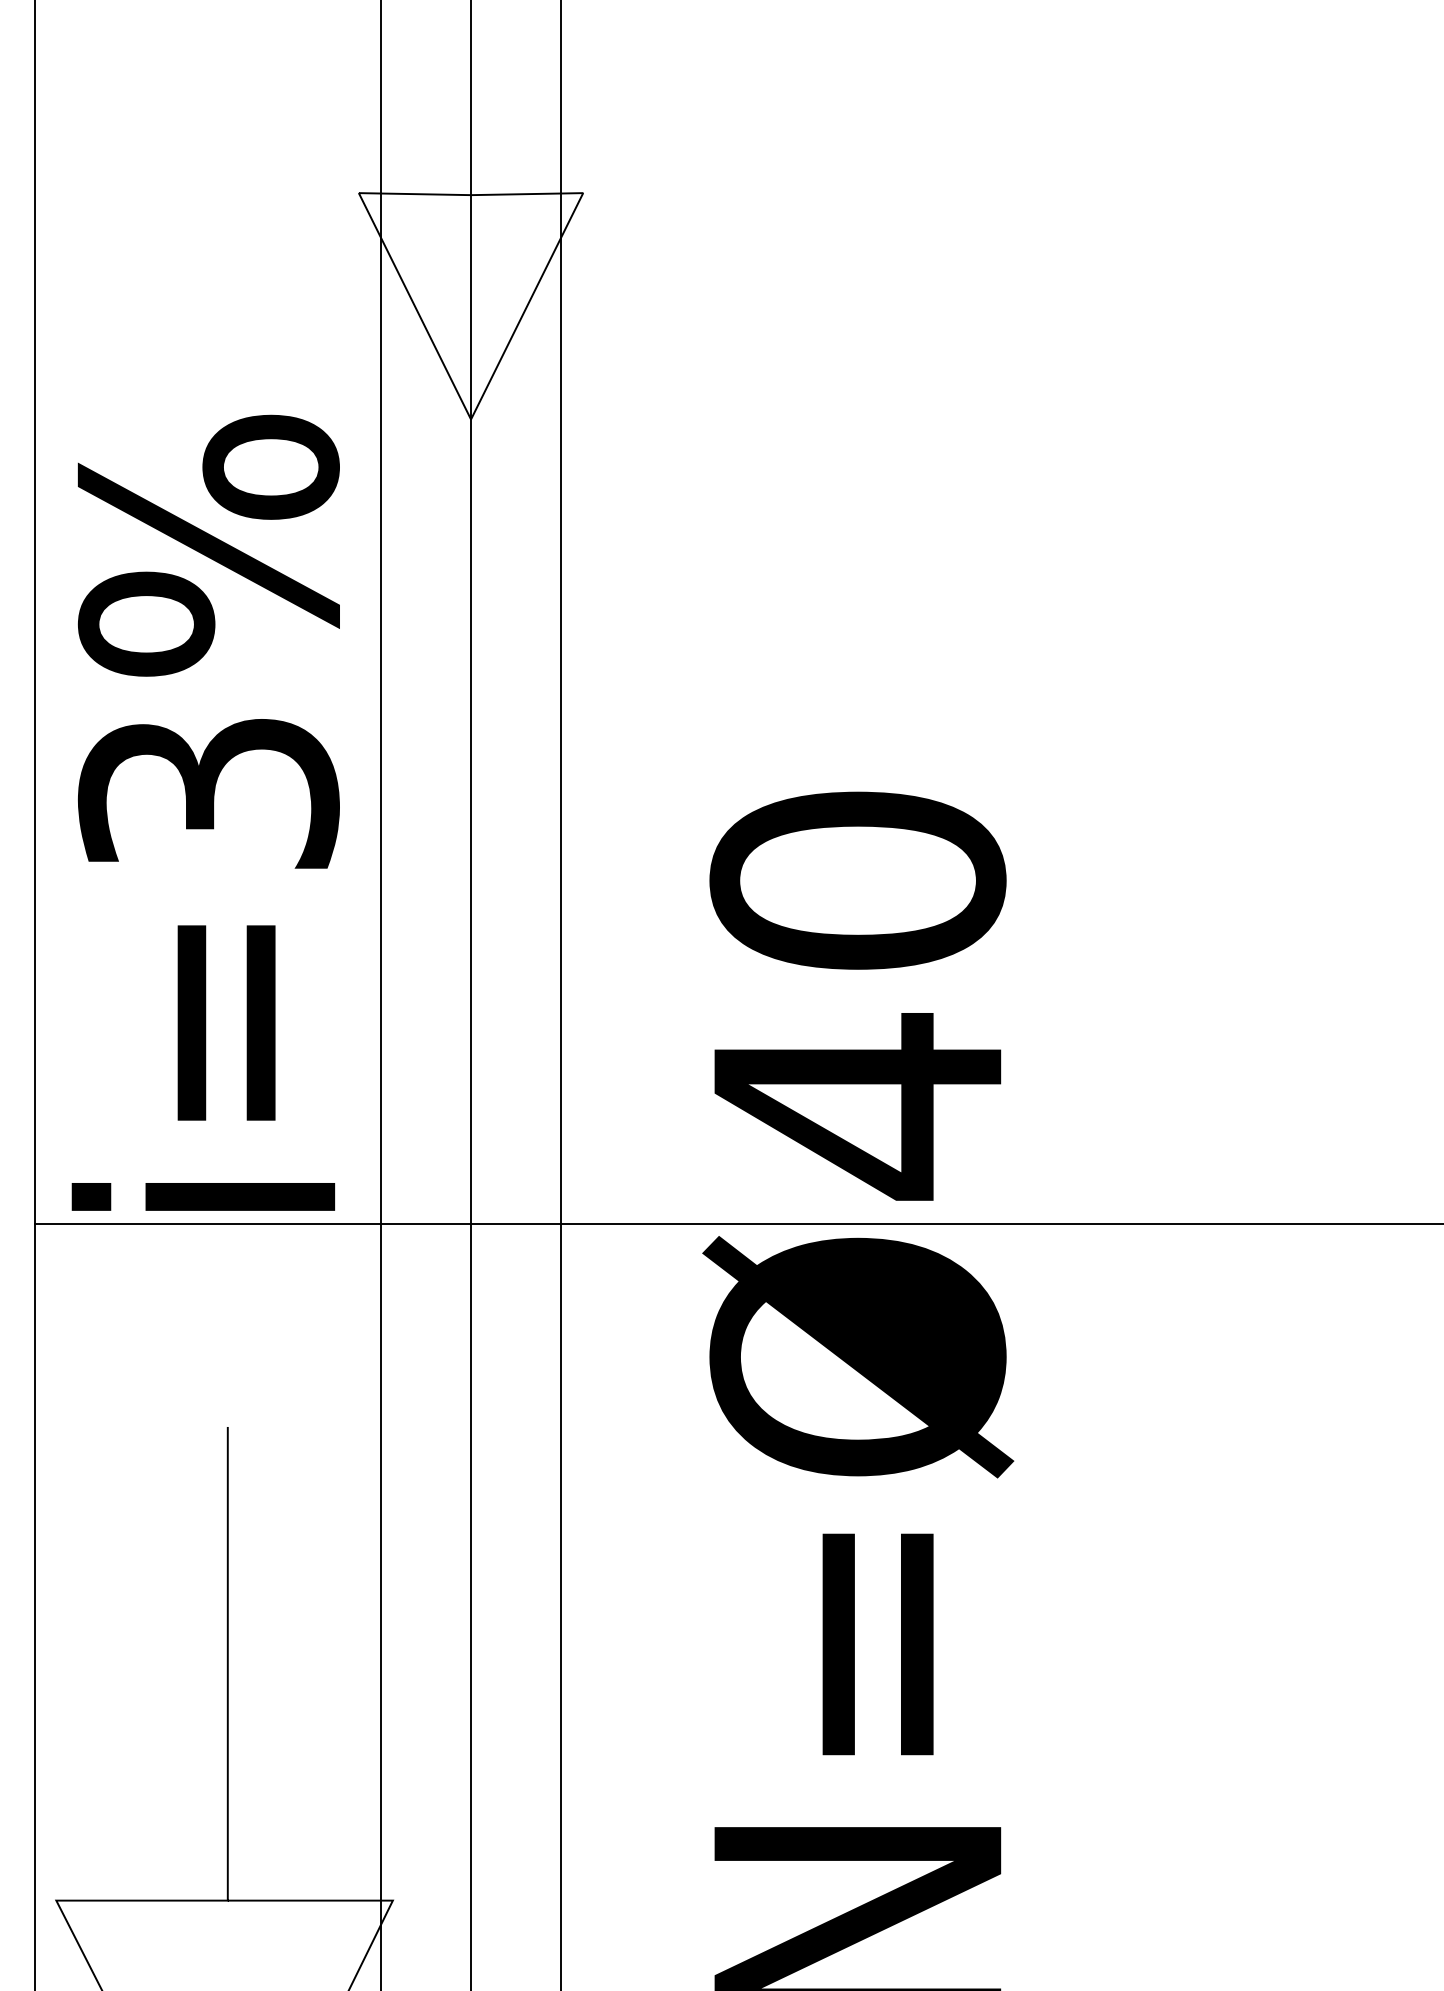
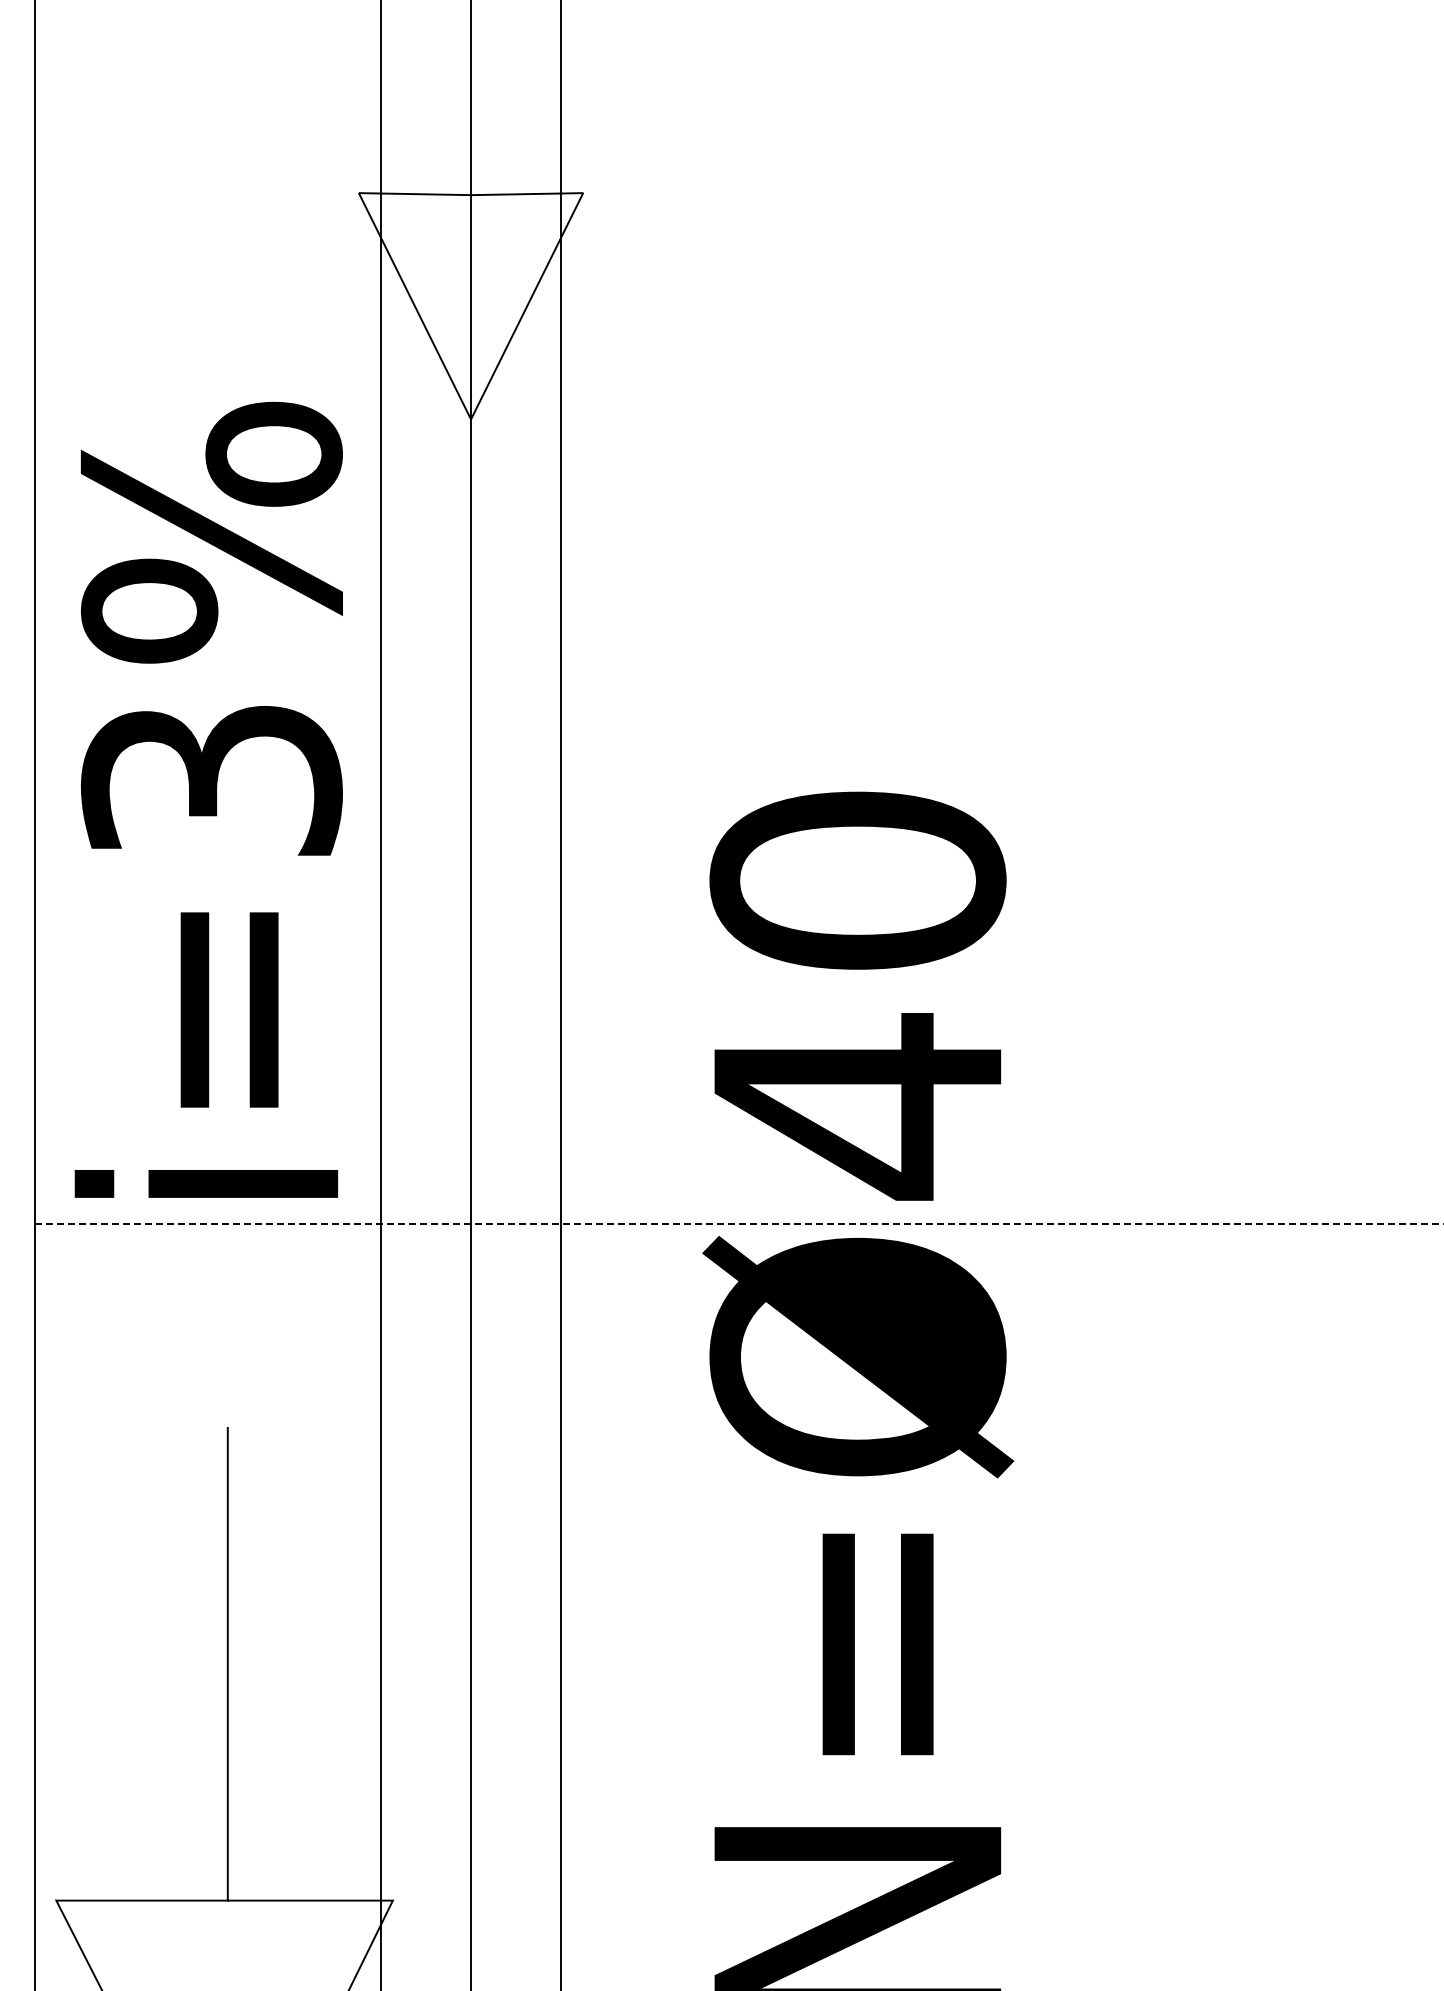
text at (205, 812) position: (205, 812) -> (208, 799)
line at (739, 1224): solid -> dashed
